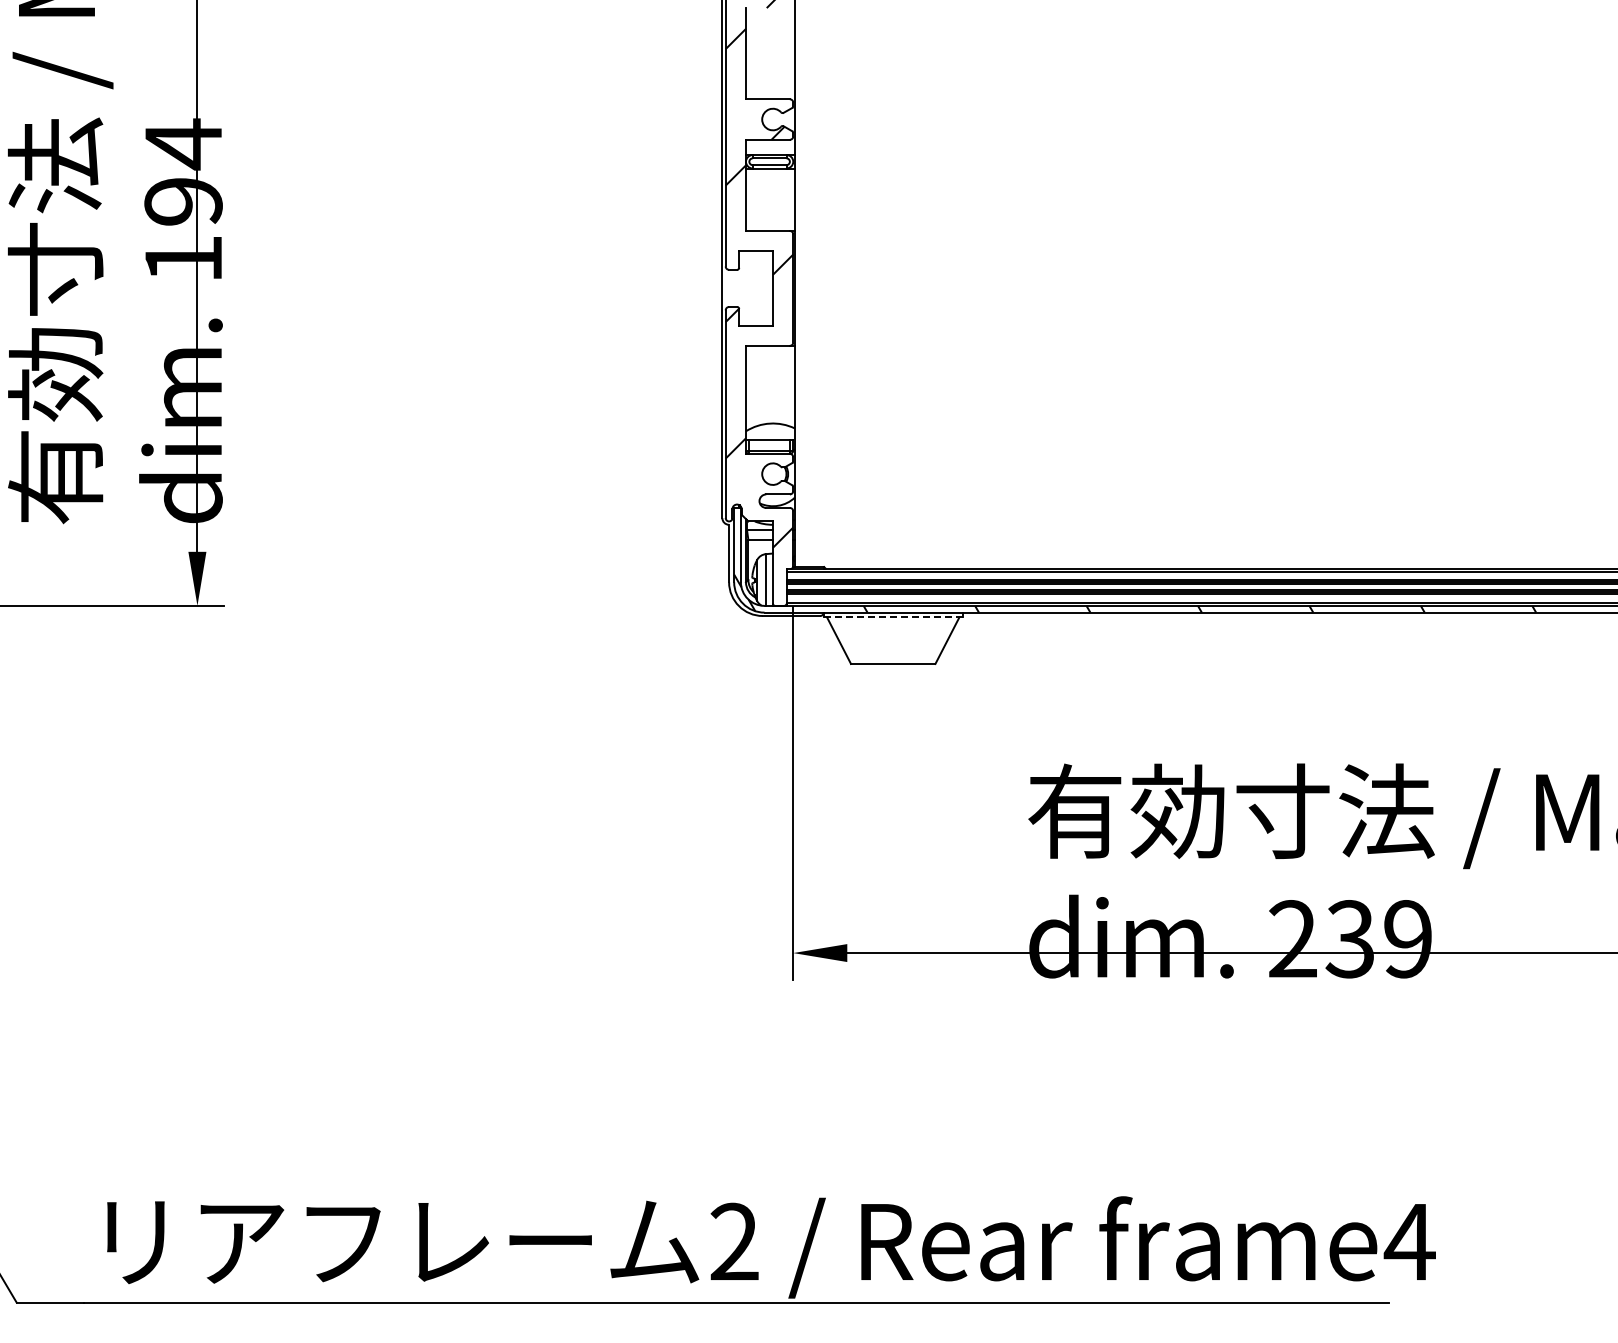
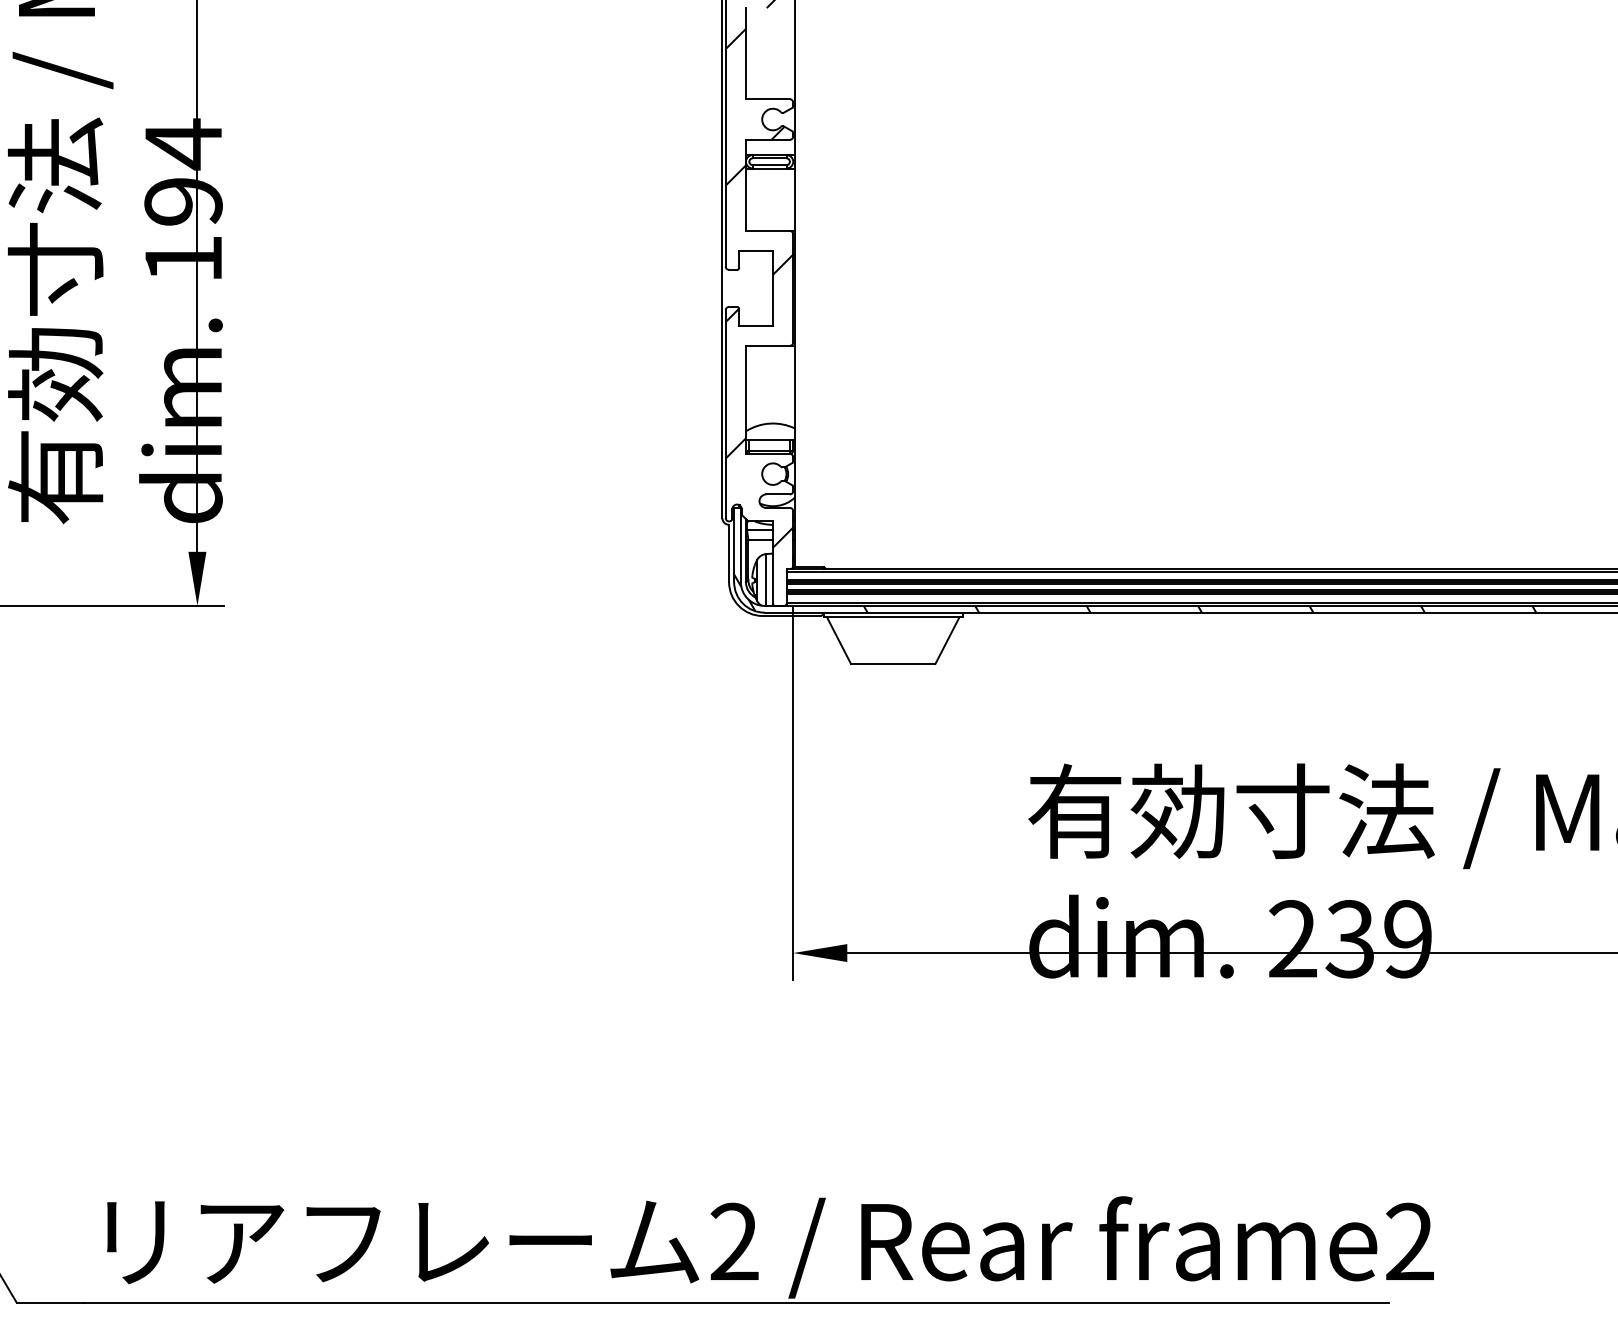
line at (893, 617): dashed -> solid
text at (1409, 1240): frame4 -> frame2
